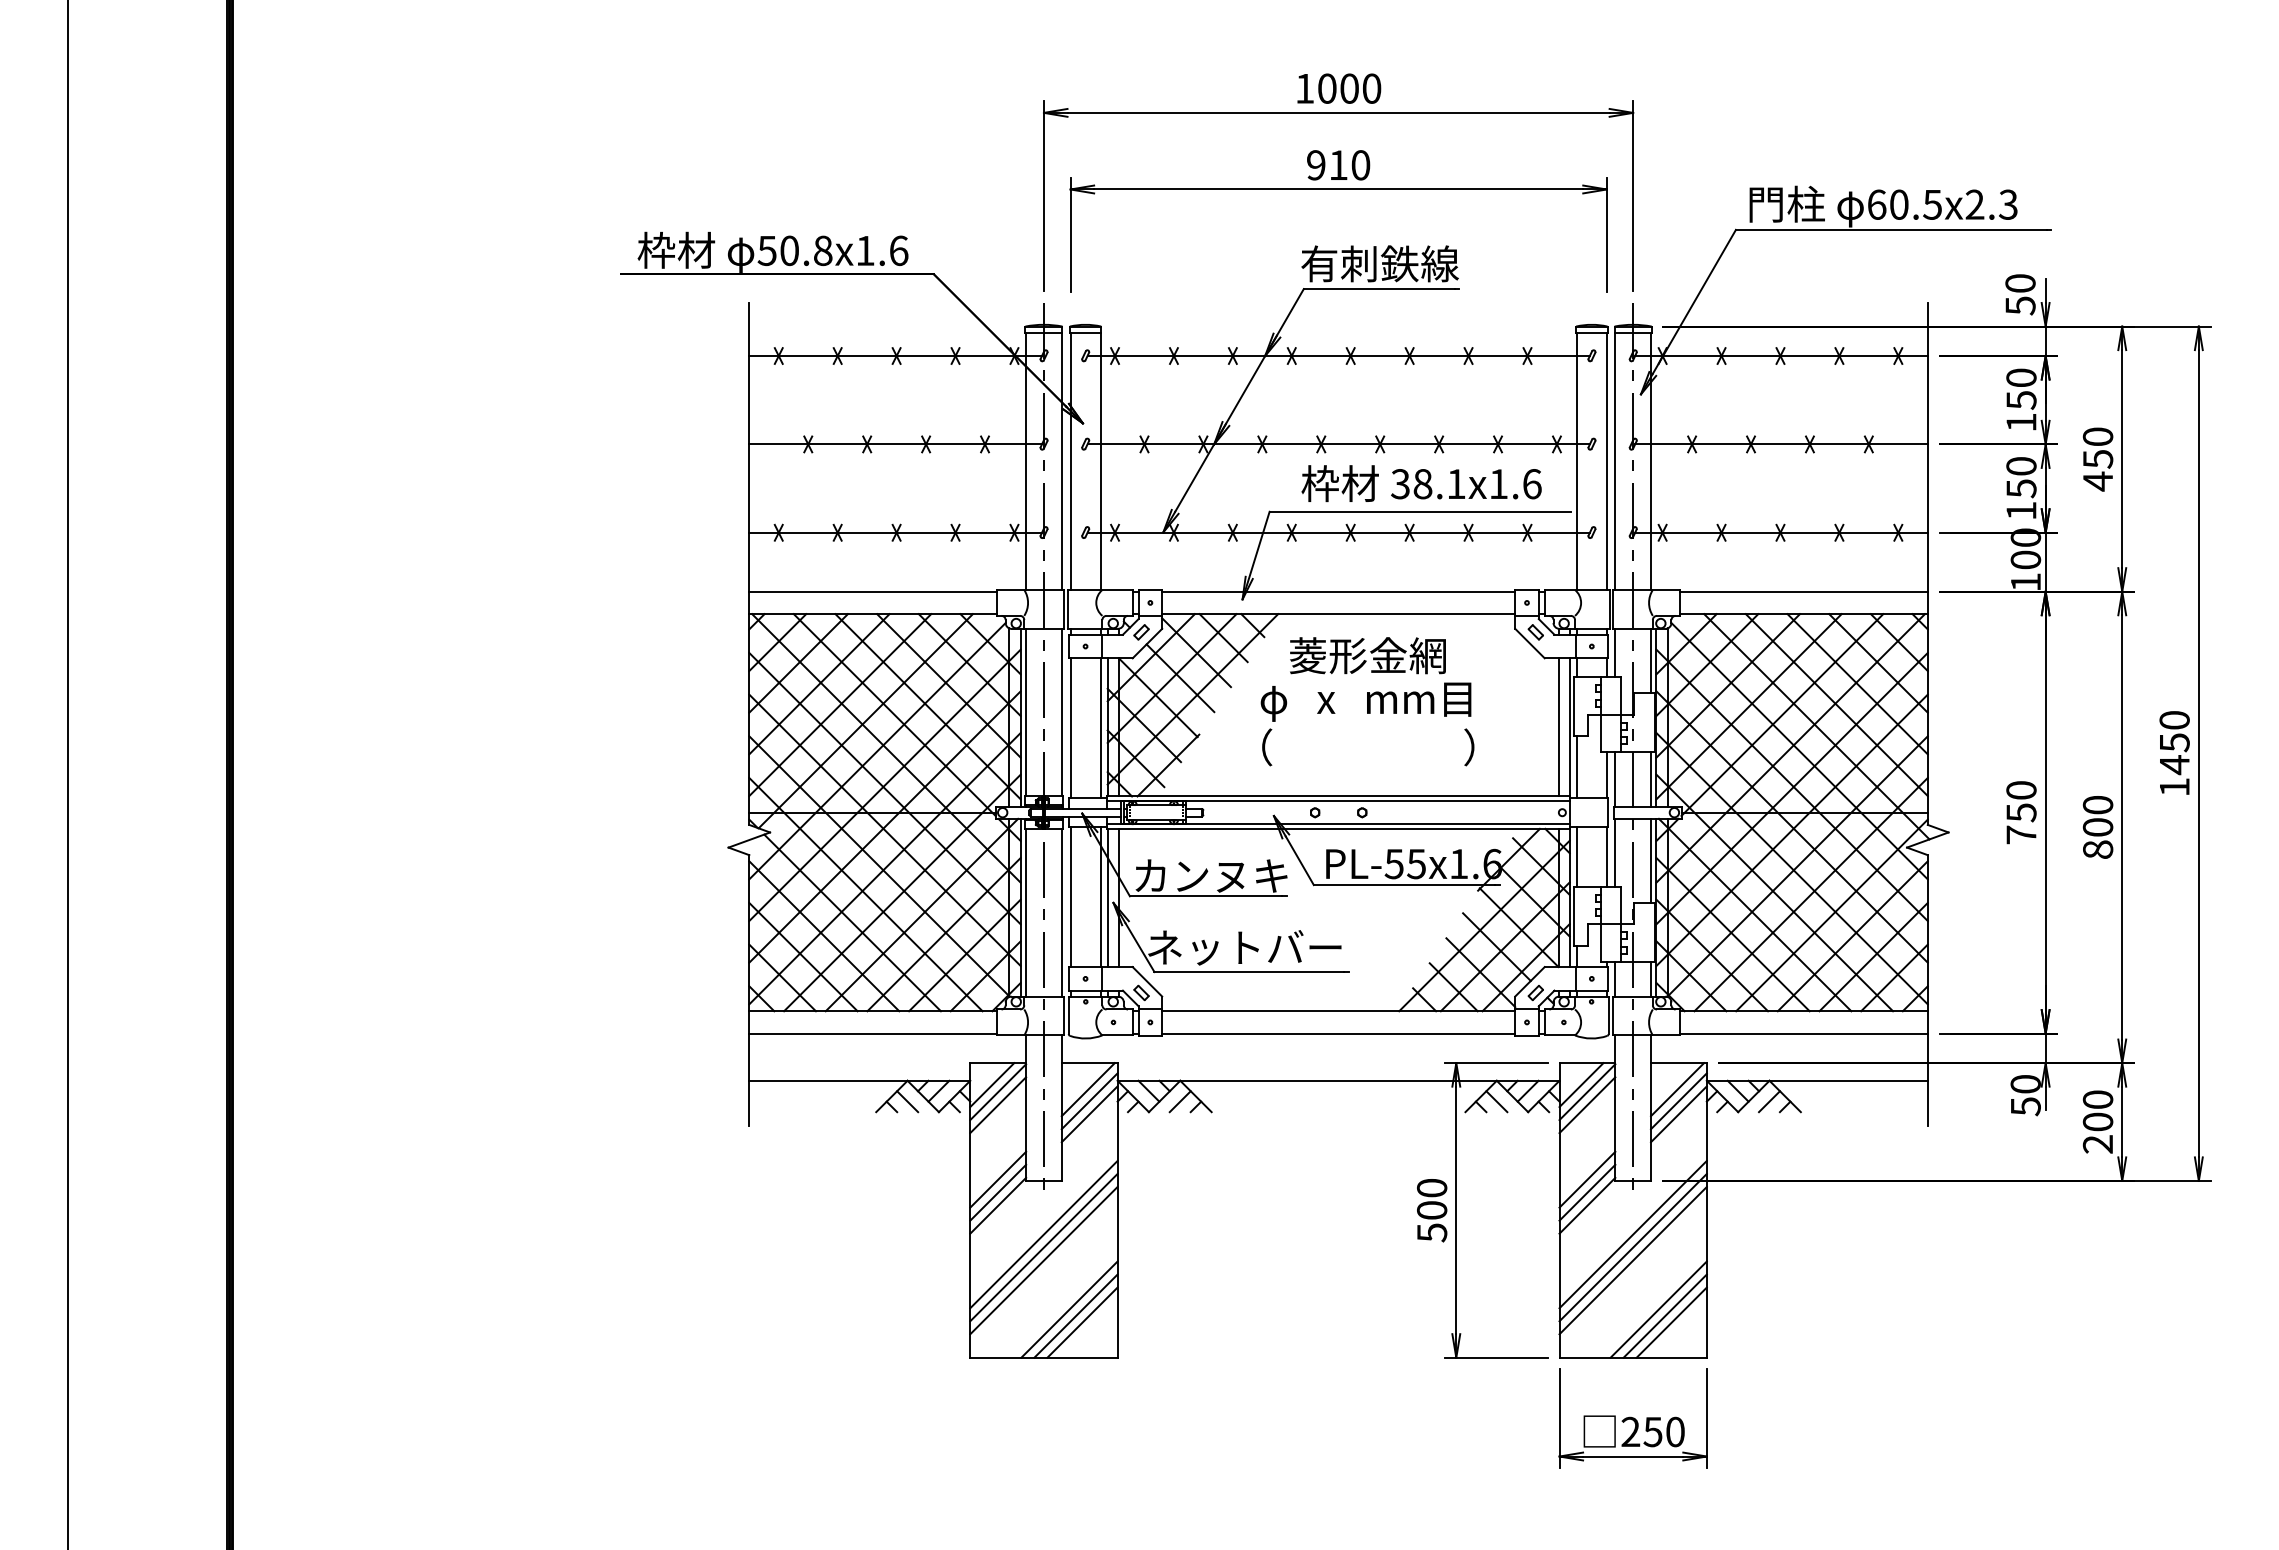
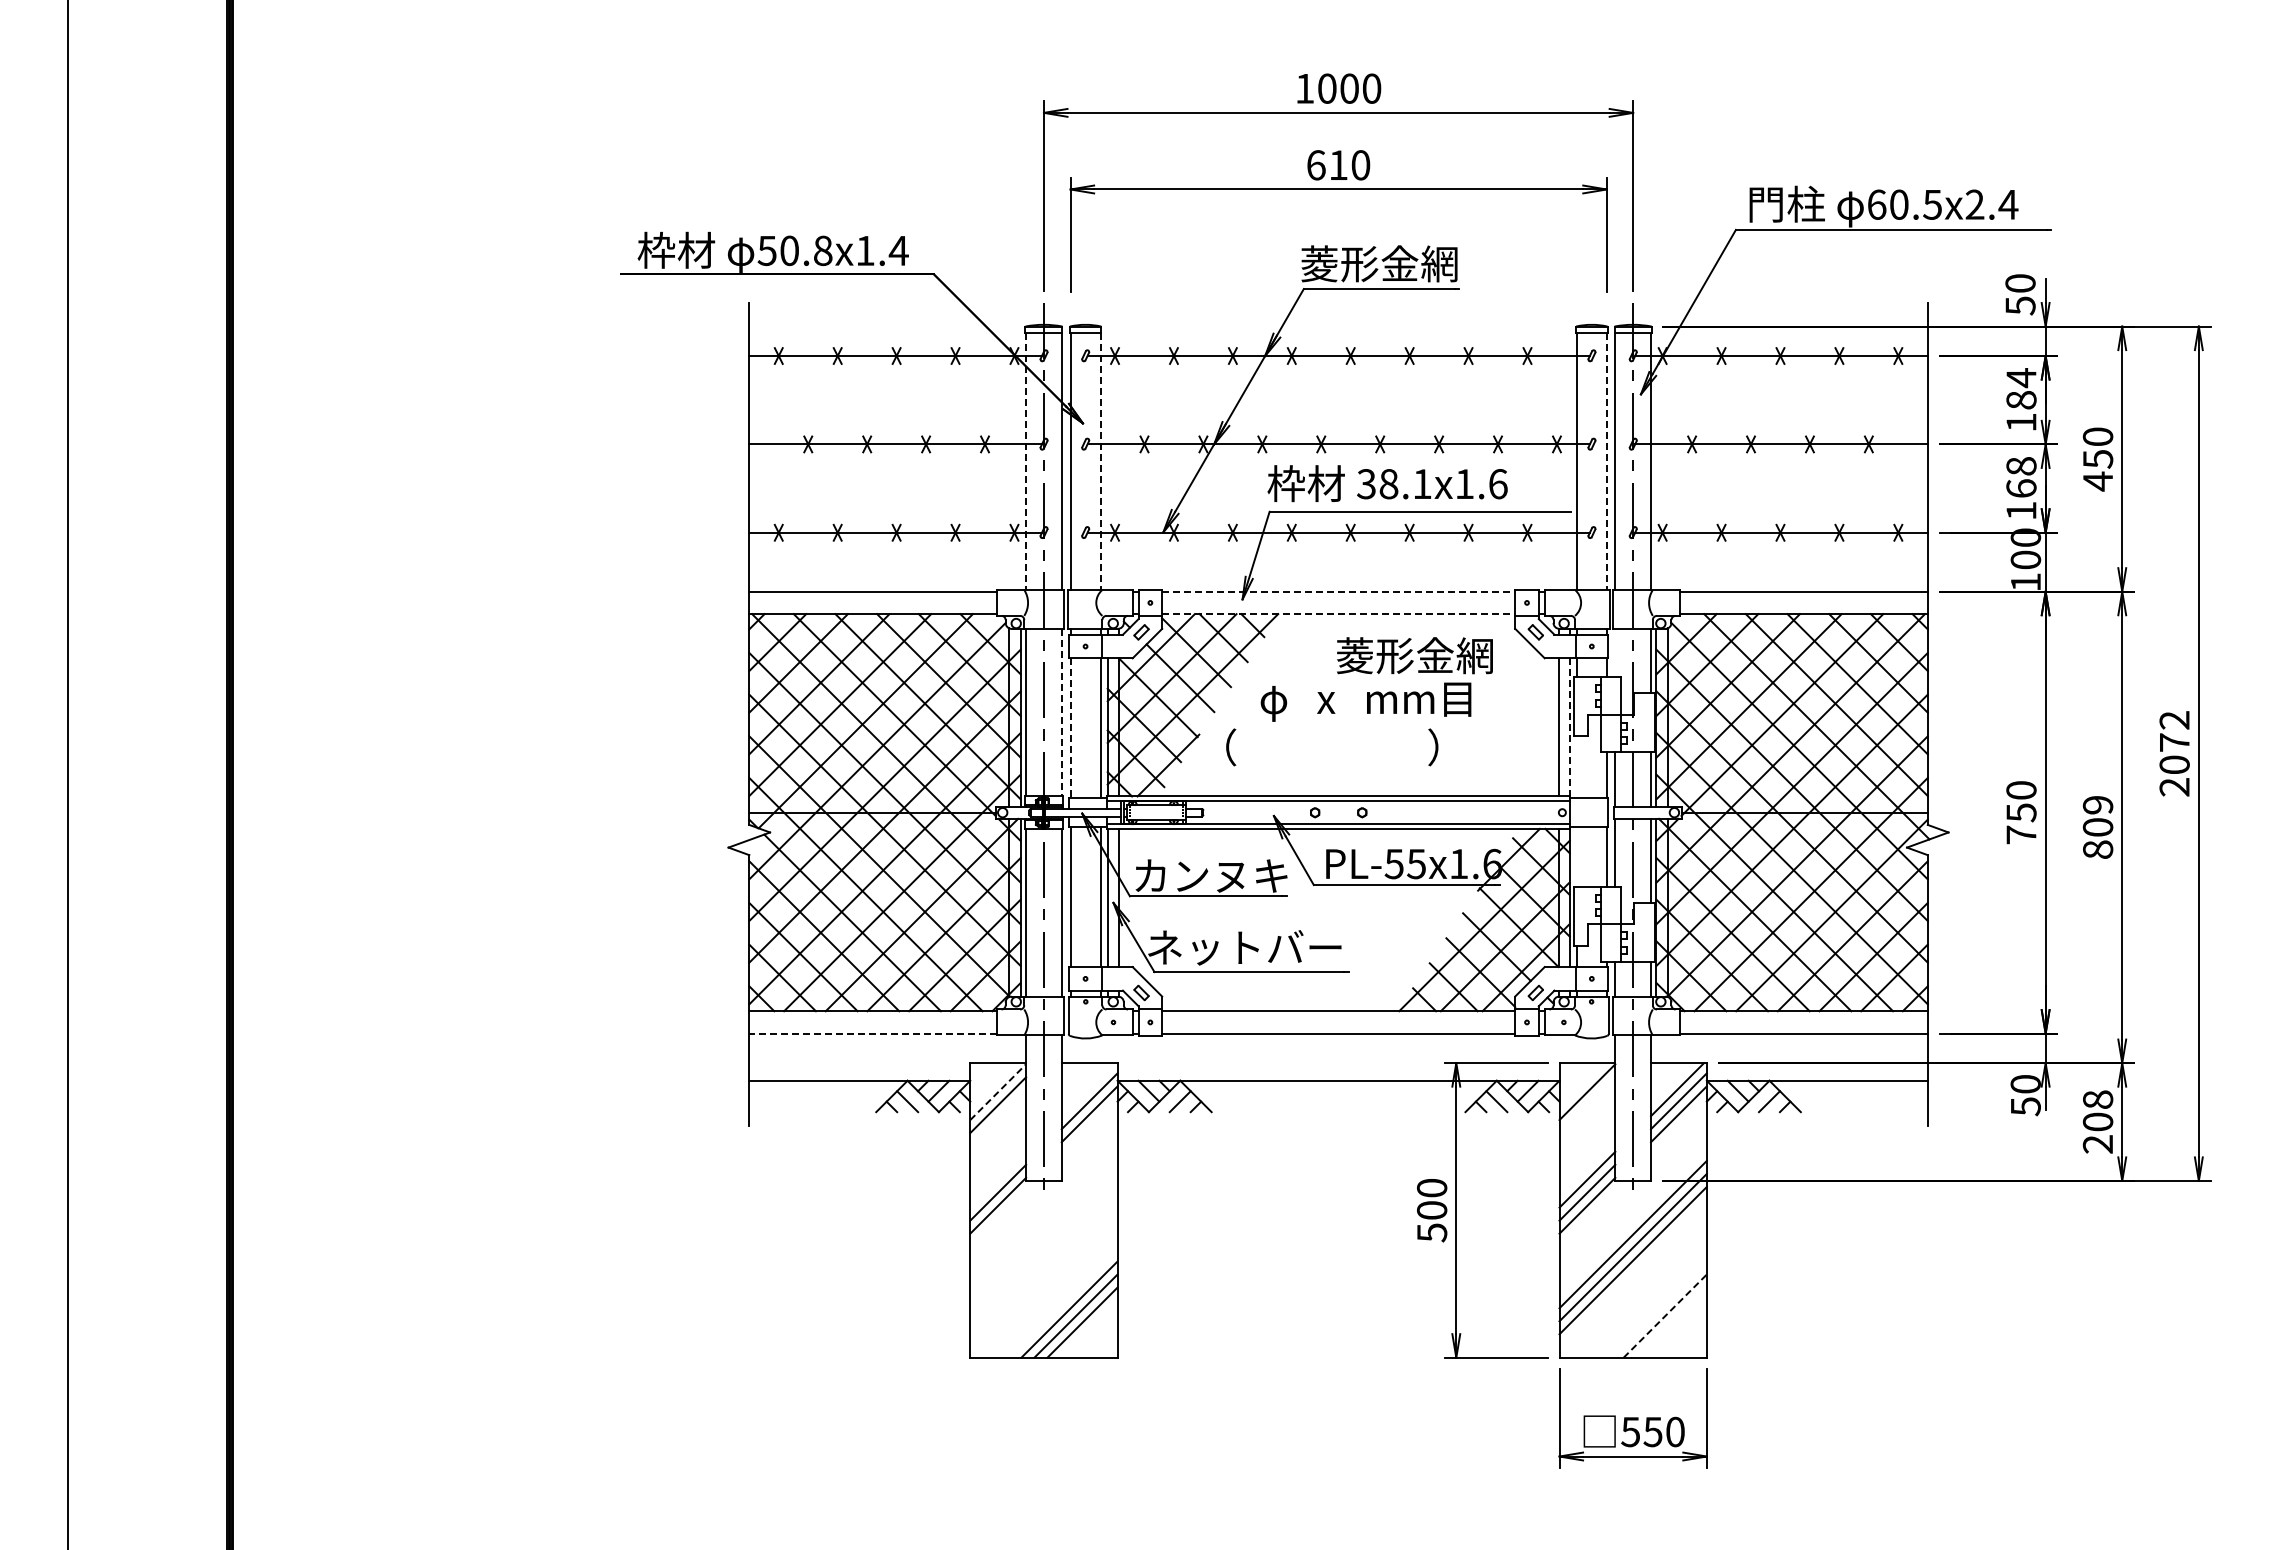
text at (1316, 165): 910 -> 610
text at (2008, 204): 60.5x2.3 -> 60.5x2.4
text at (898, 250): 50.8x1.6 -> 50.8x1.4
text at (1379, 263): 有刺鉄線 -> 菱形金網
text at (2021, 388): 150 -> 184
line at (1026, 462): solid -> dashed
line at (1100, 462): solid -> dashed
line at (1606, 462): solid -> dashed
text at (2021, 477): 150 -> 168
text at (1421, 483) position: (1421, 483) -> (1387, 483)
line at (1338, 591): solid -> dashed
line at (1338, 614): solid -> dashed
line at (1615, 652): present -> none
text at (1367, 655) position: (1367, 655) -> (1414, 655)
line at (1061, 712): solid -> dashed
line at (1569, 727): solid -> dashed
line at (1070, 728): solid -> dashed
text at (1368, 747) position: (1368, 747) -> (1332, 747)
text at (2174, 753): 1450 -> 2072
line at (1576, 766): present -> none
text at (2098, 805): 800 -> 809
line at (1576, 857): present -> none
line at (873, 1033): solid -> dashed
line at (992, 1085): present -> none
line at (1581, 1085): present -> none
line at (1087, 1089): present -> none
line at (998, 1091): solid -> dashed
text at (2098, 1099): 200 -> 208
line at (1587, 1105): present -> none
line at (998, 1179): present -> none
line at (1043, 1234): present -> none
line at (1043, 1247): present -> none
line at (1043, 1260): present -> none
line at (1658, 1309): present -> none
line at (1665, 1316): solid -> dashed
line at (1671, 1322): present -> none
text at (1630, 1431): 250 -> 550
